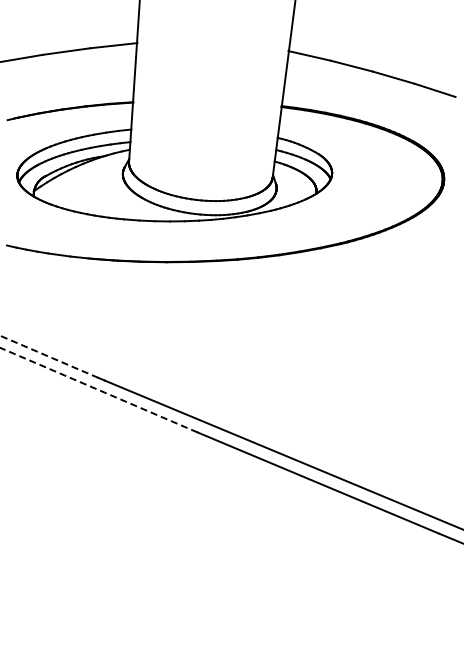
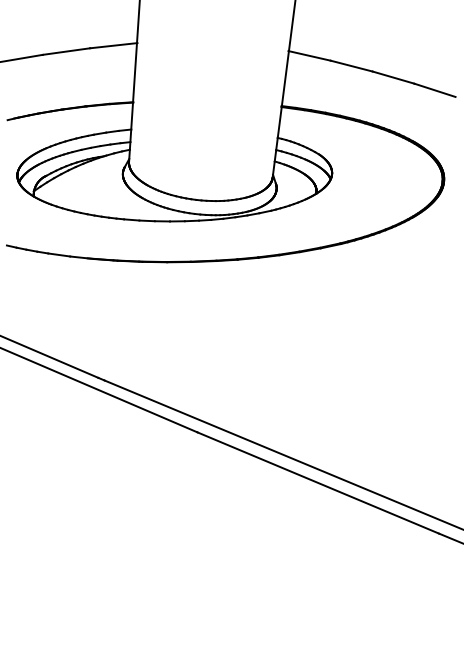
line at (48, 356): dashed -> solid
line at (98, 389): dashed -> solid
